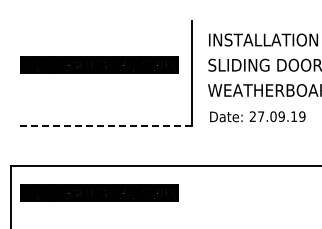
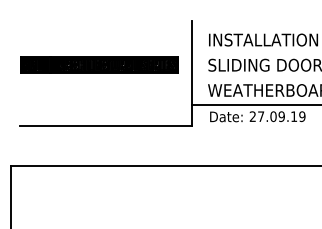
line at (254, 105): none -> present
line at (106, 125): dashed -> solid
part at (99, 192): present -> none
